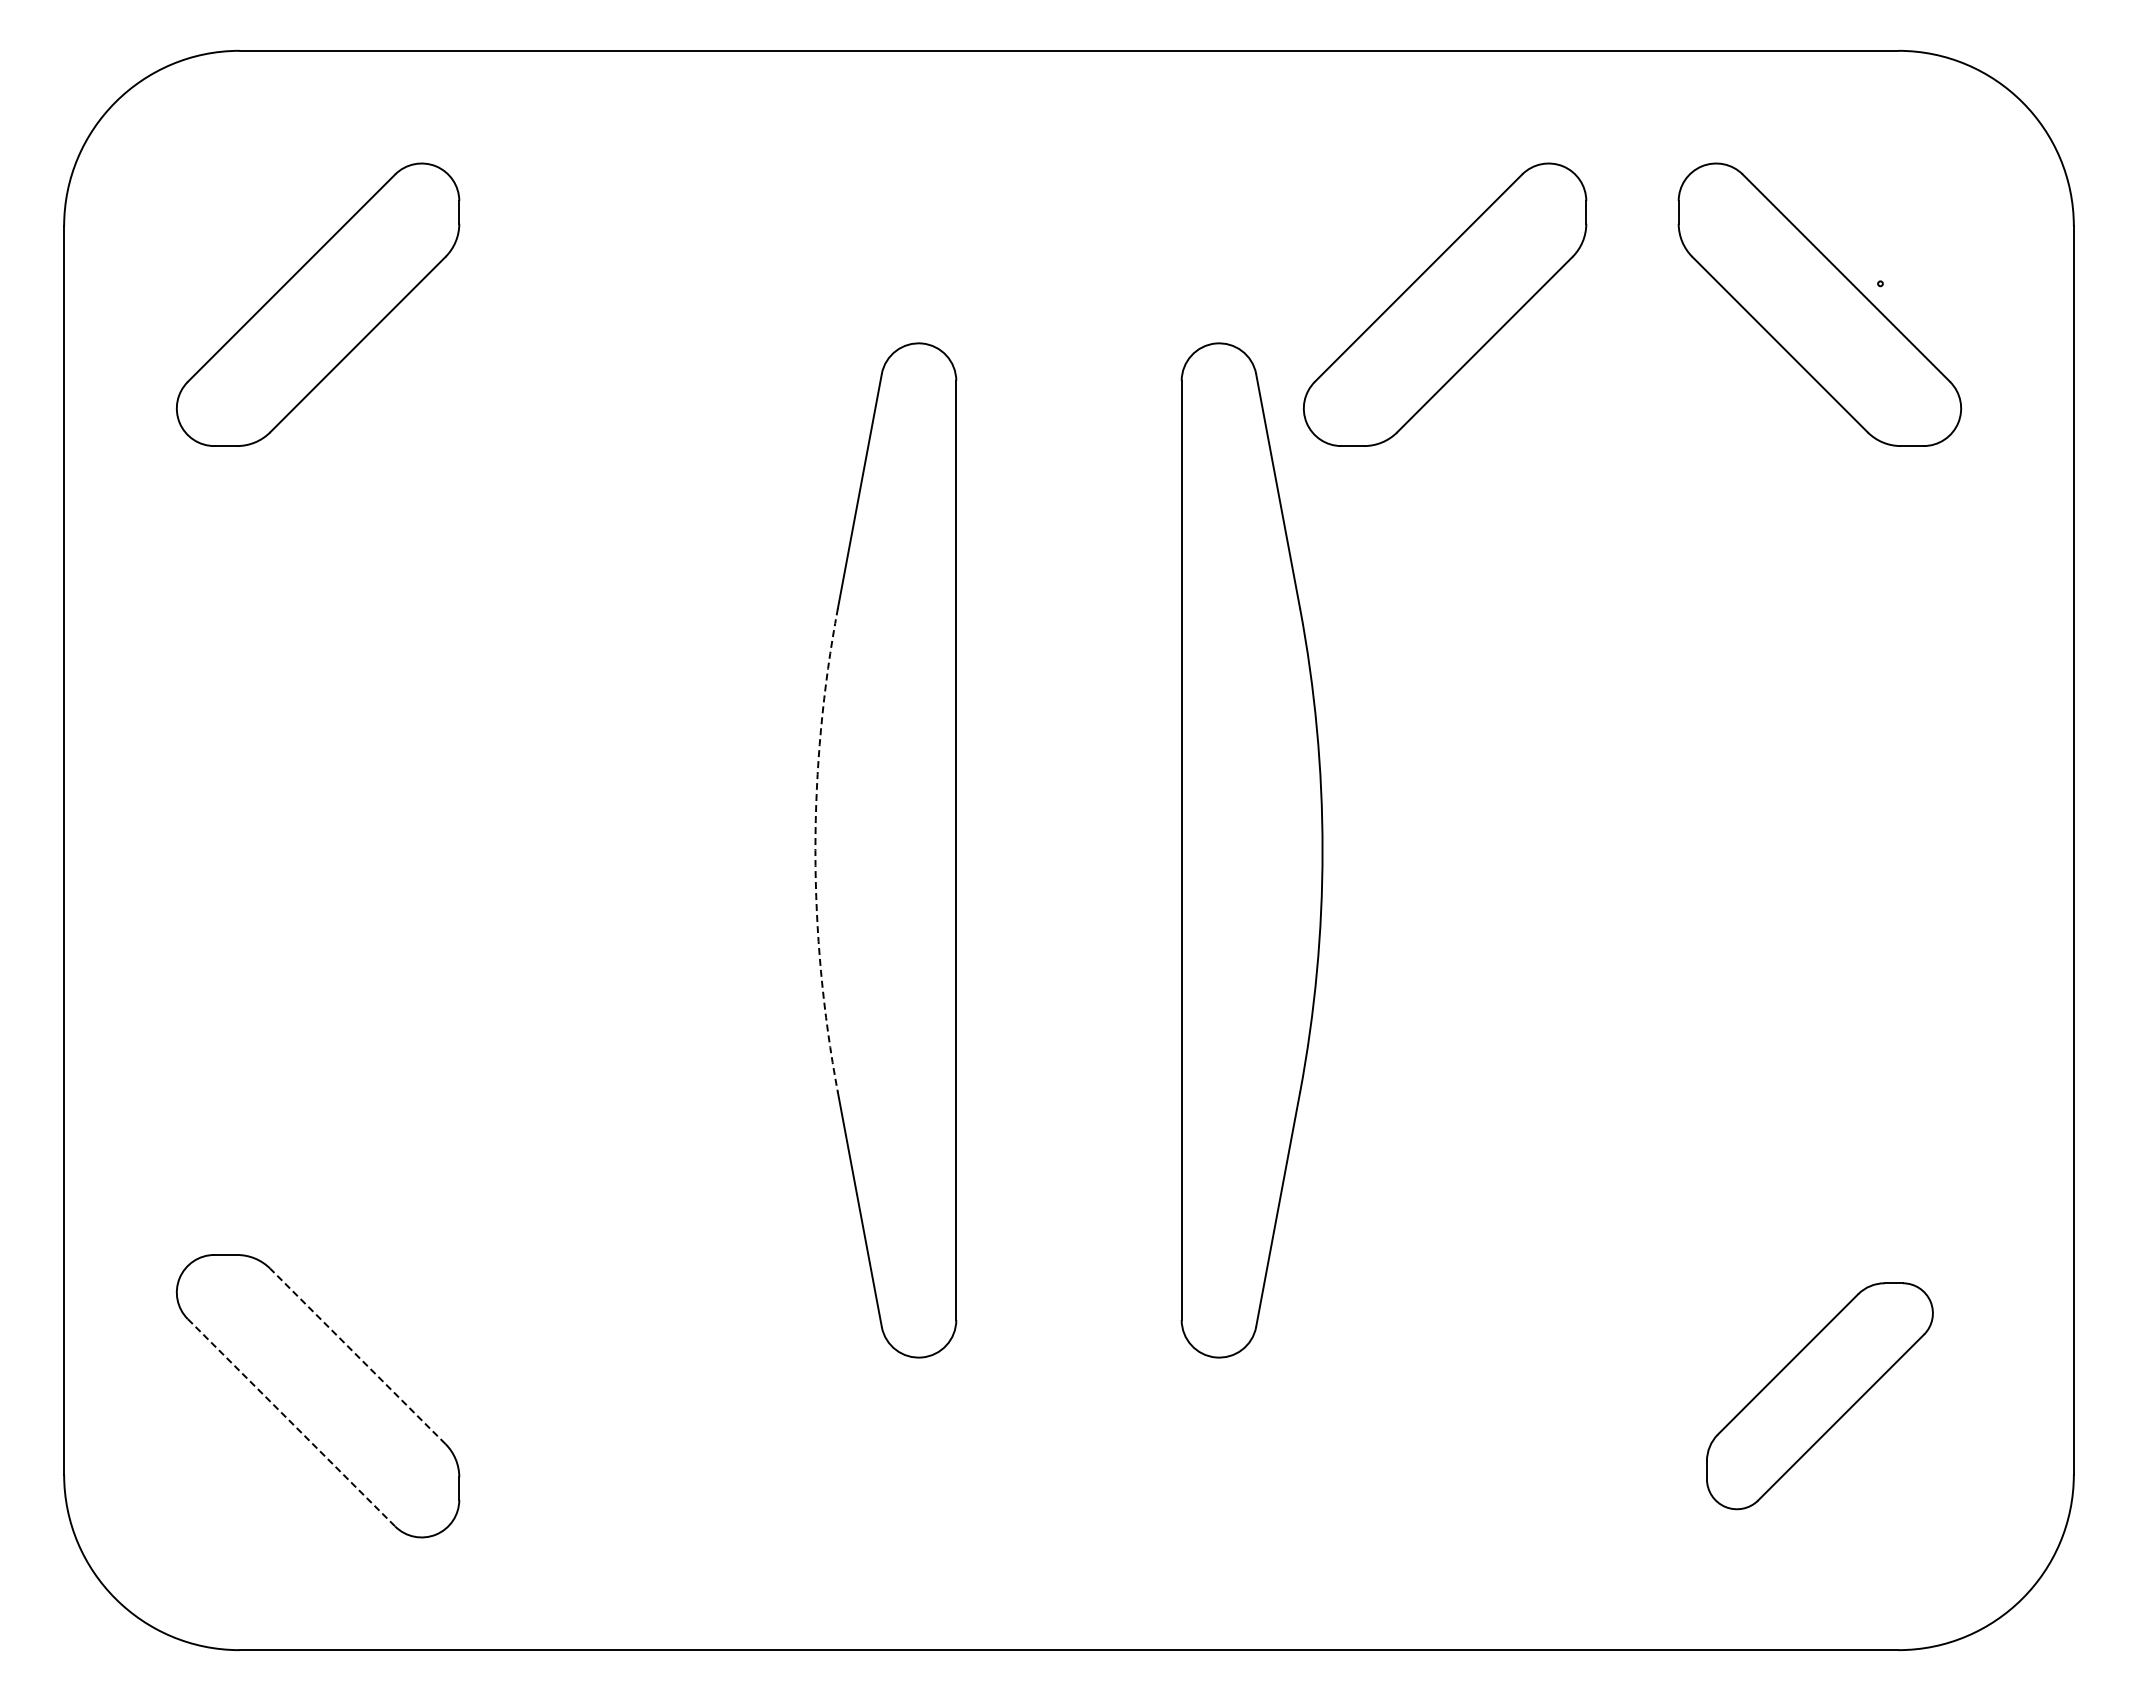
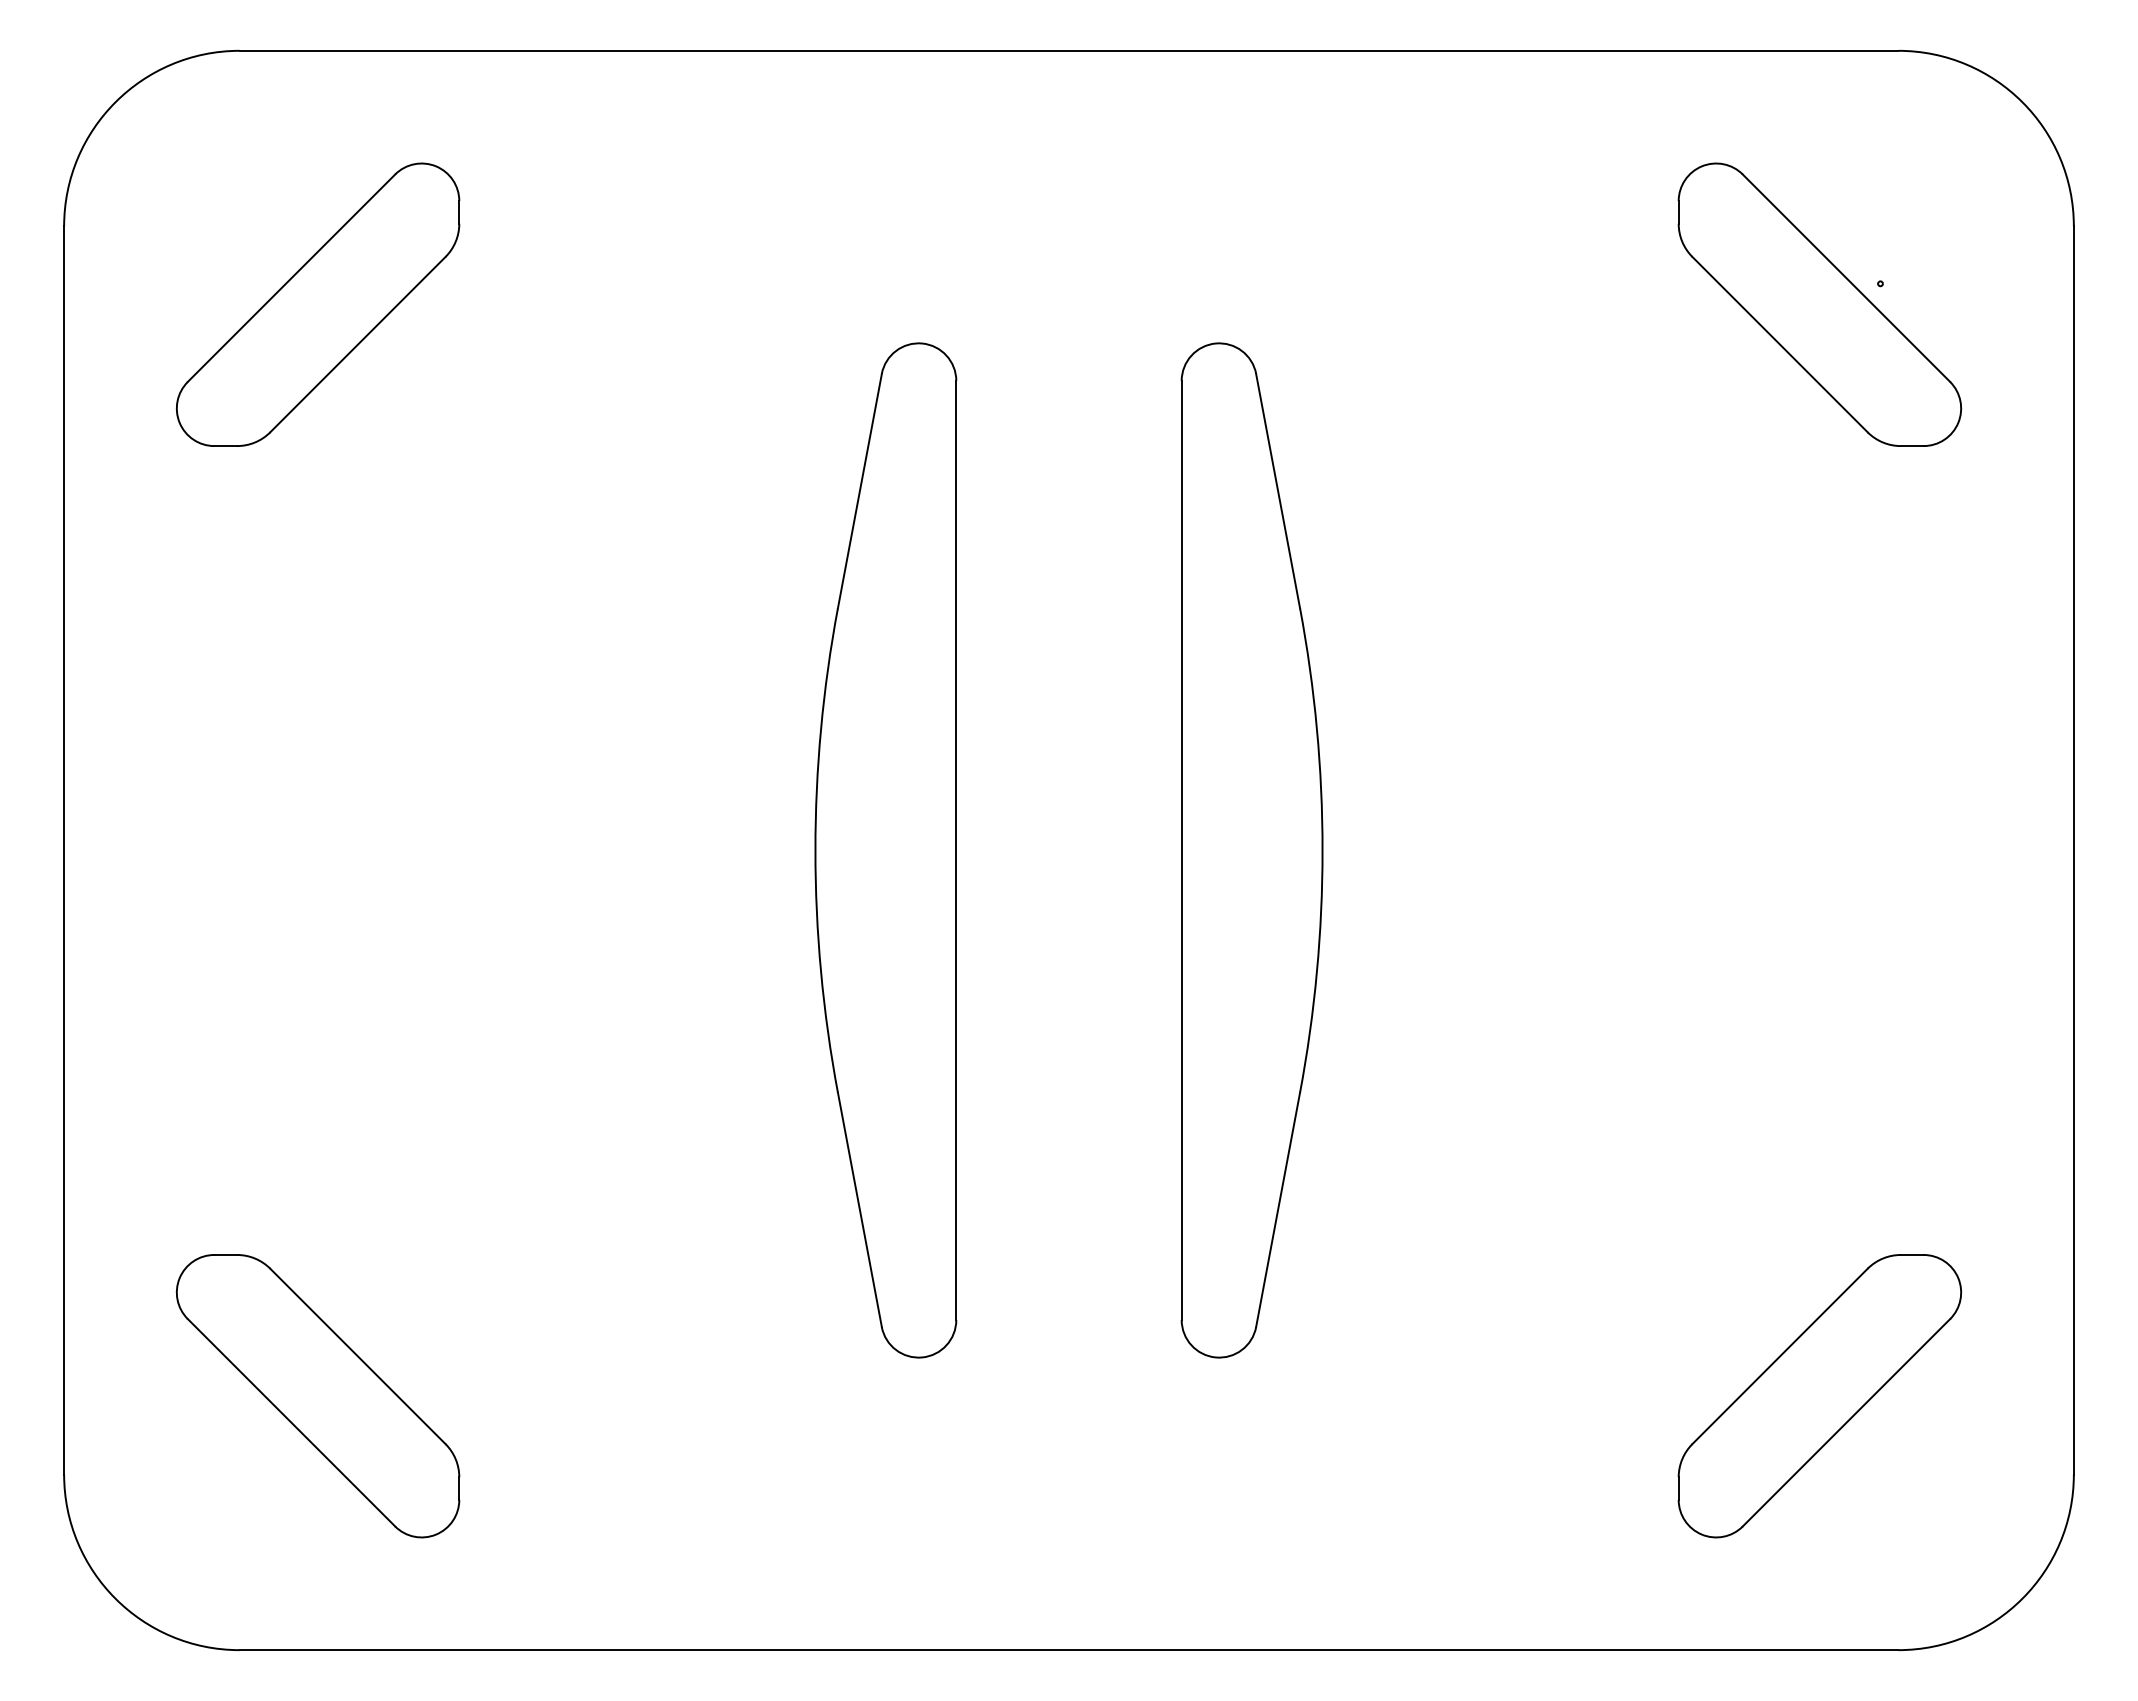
part at (1444, 304): present -> none
arc at (815, 850): dashed -> solid
line at (357, 1356): dashed -> solid
part at (1819, 1396) size: 228x229 px -> 286x285 px
line at (291, 1422): dashed -> solid
